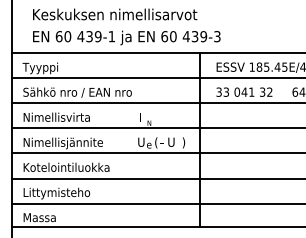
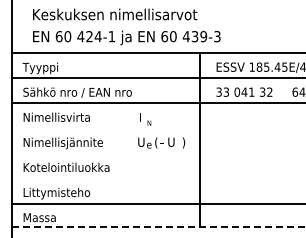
text at (93, 36): 439-1 -> 424-1
line at (157, 128): present -> none
line at (157, 153): present -> none
line at (157, 178): present -> none
line at (159, 227): solid -> dashed
